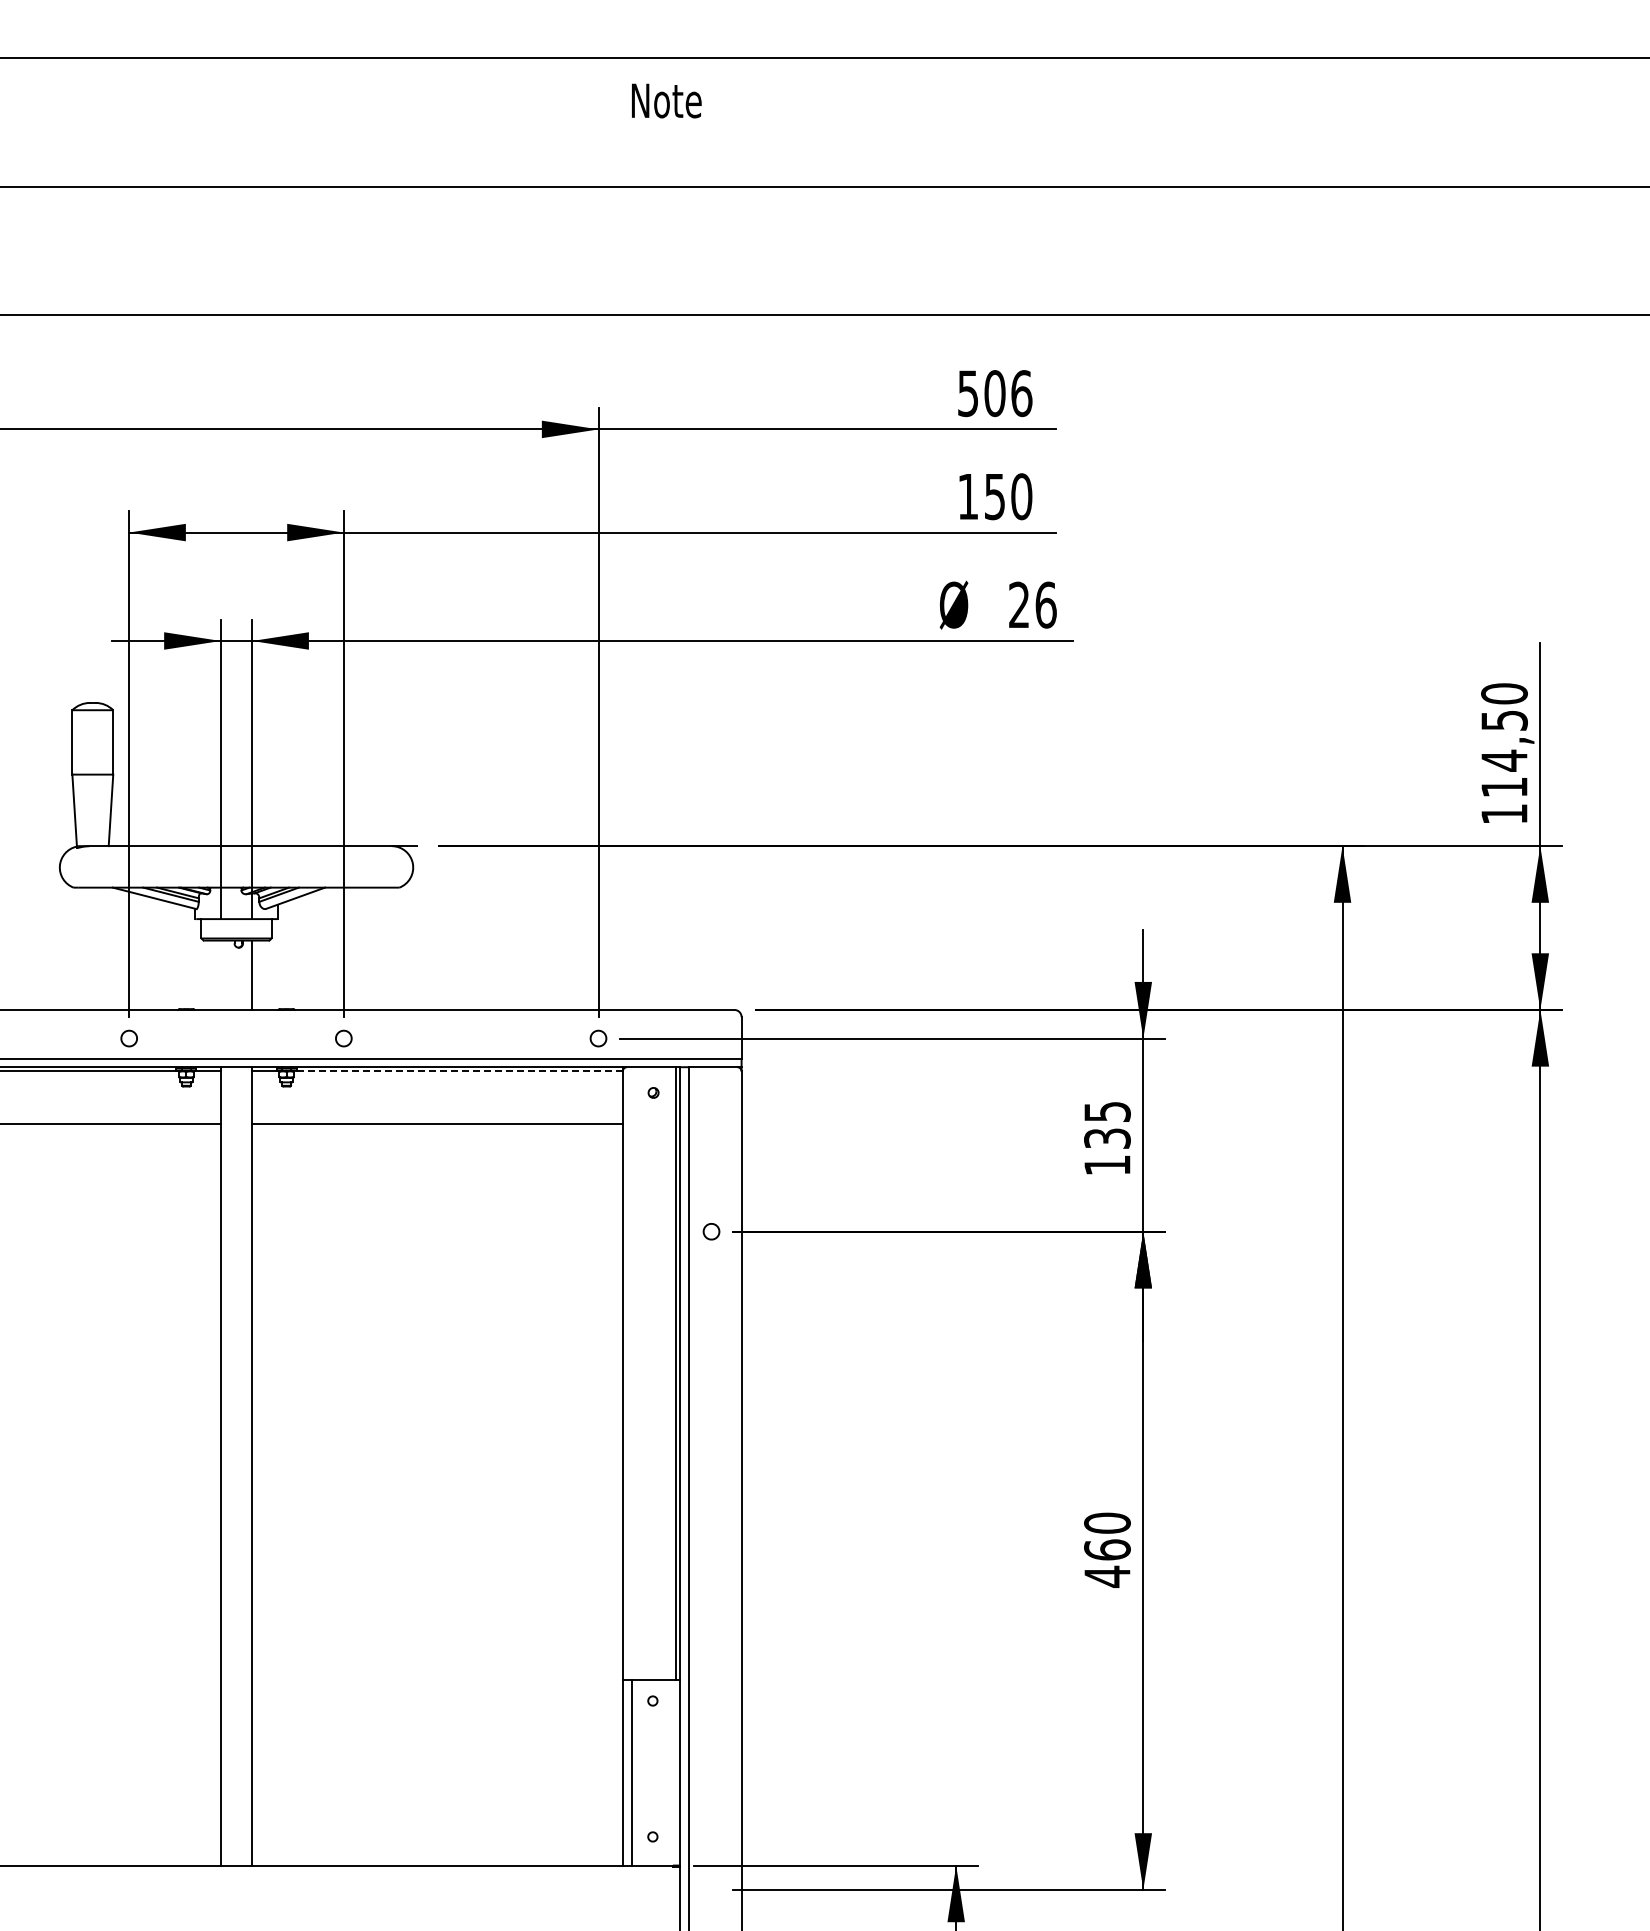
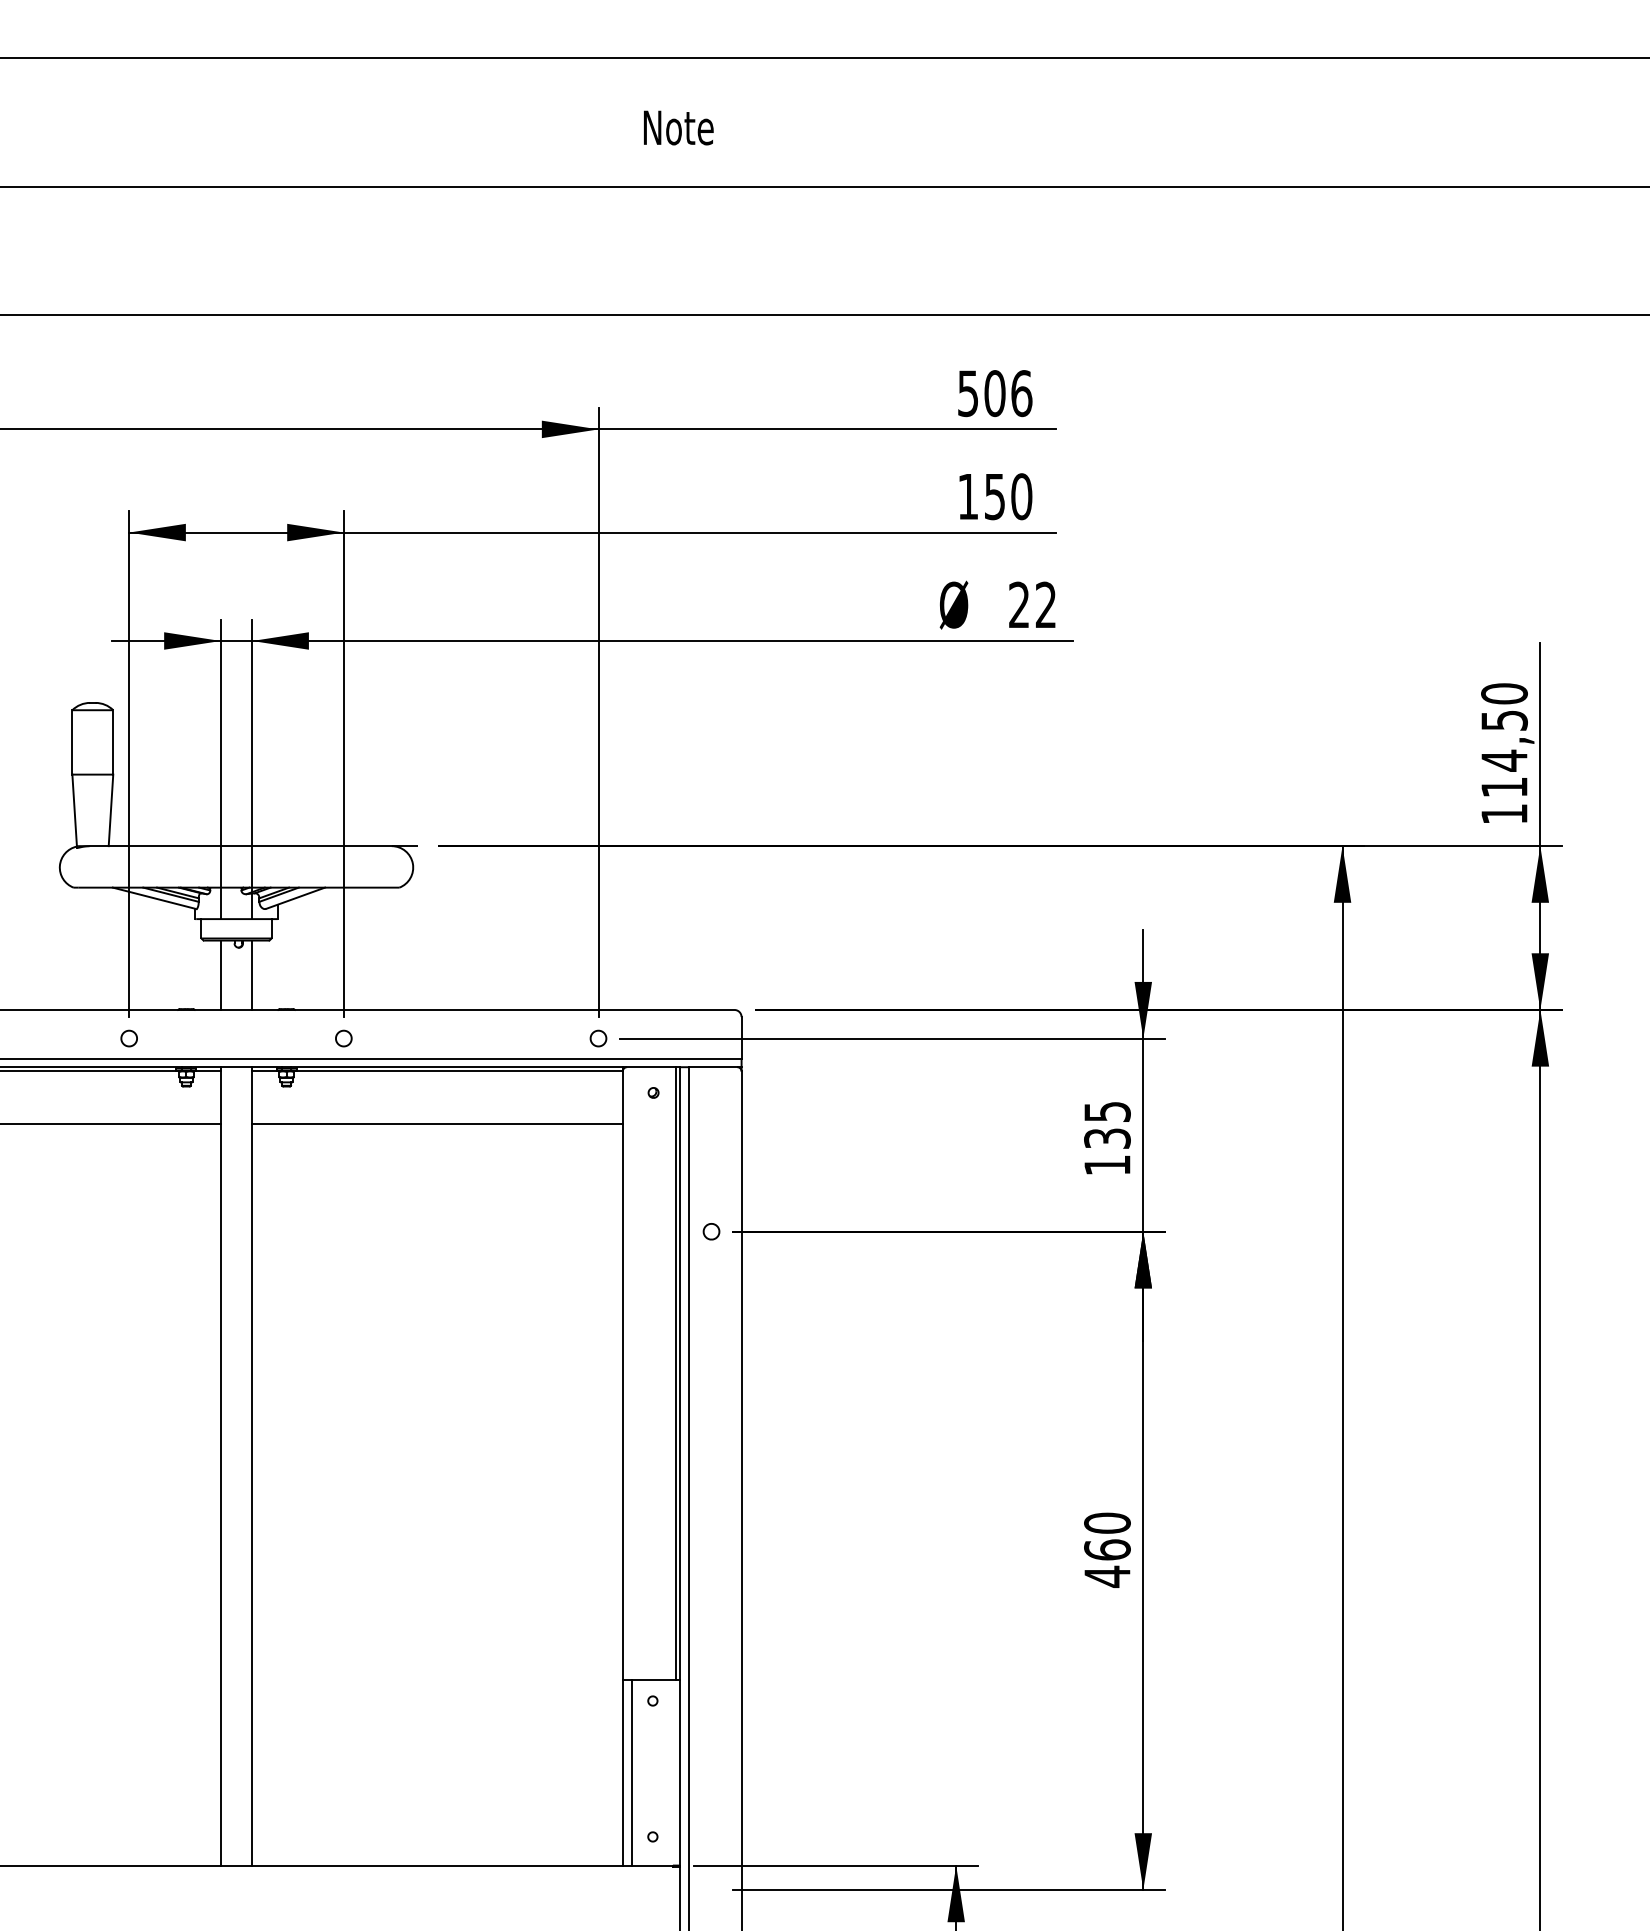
text at (666, 100) position: (666, 100) -> (678, 127)
text at (1045, 604): 26 -> 22
line at (220, 974): none -> present
line at (458, 1071): dashed -> solid
